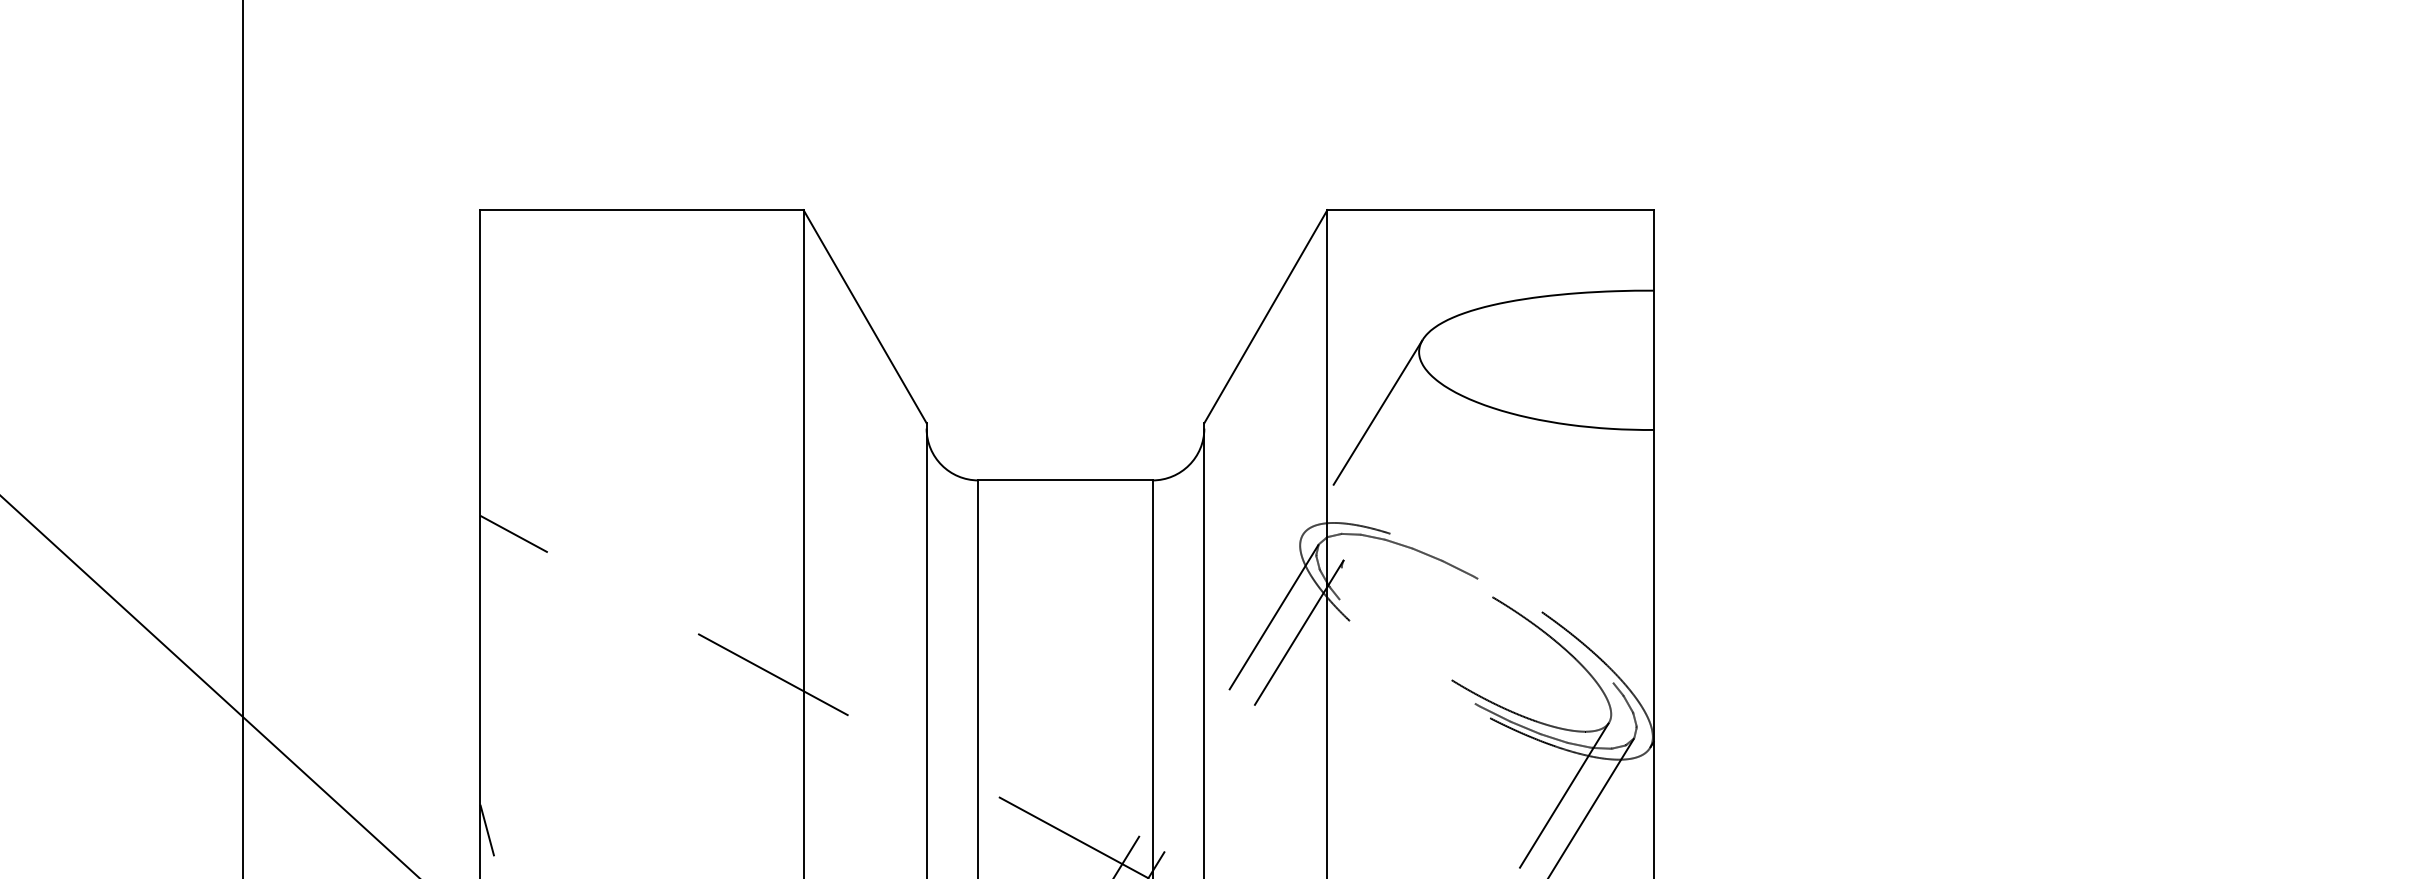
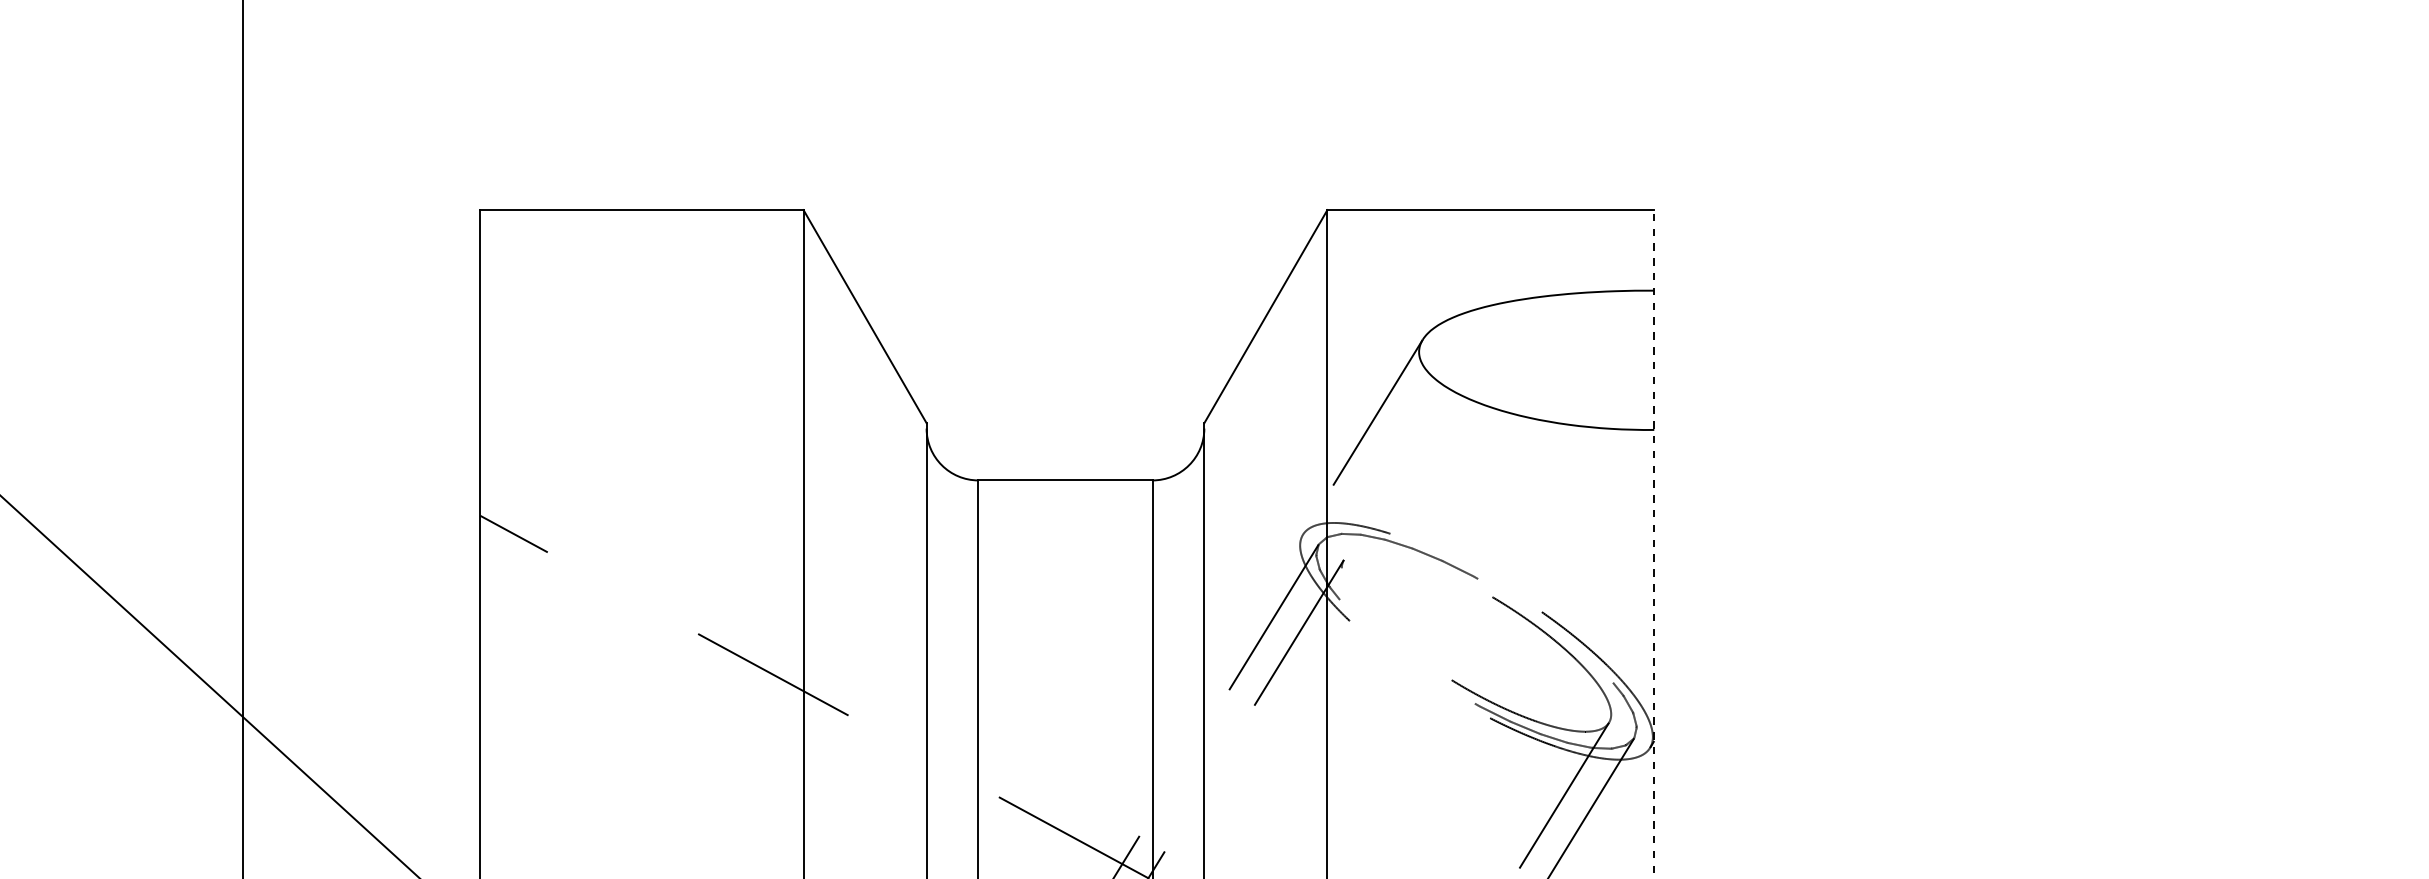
line at (1654, 544): solid -> dashed
line at (487, 830): present -> none
